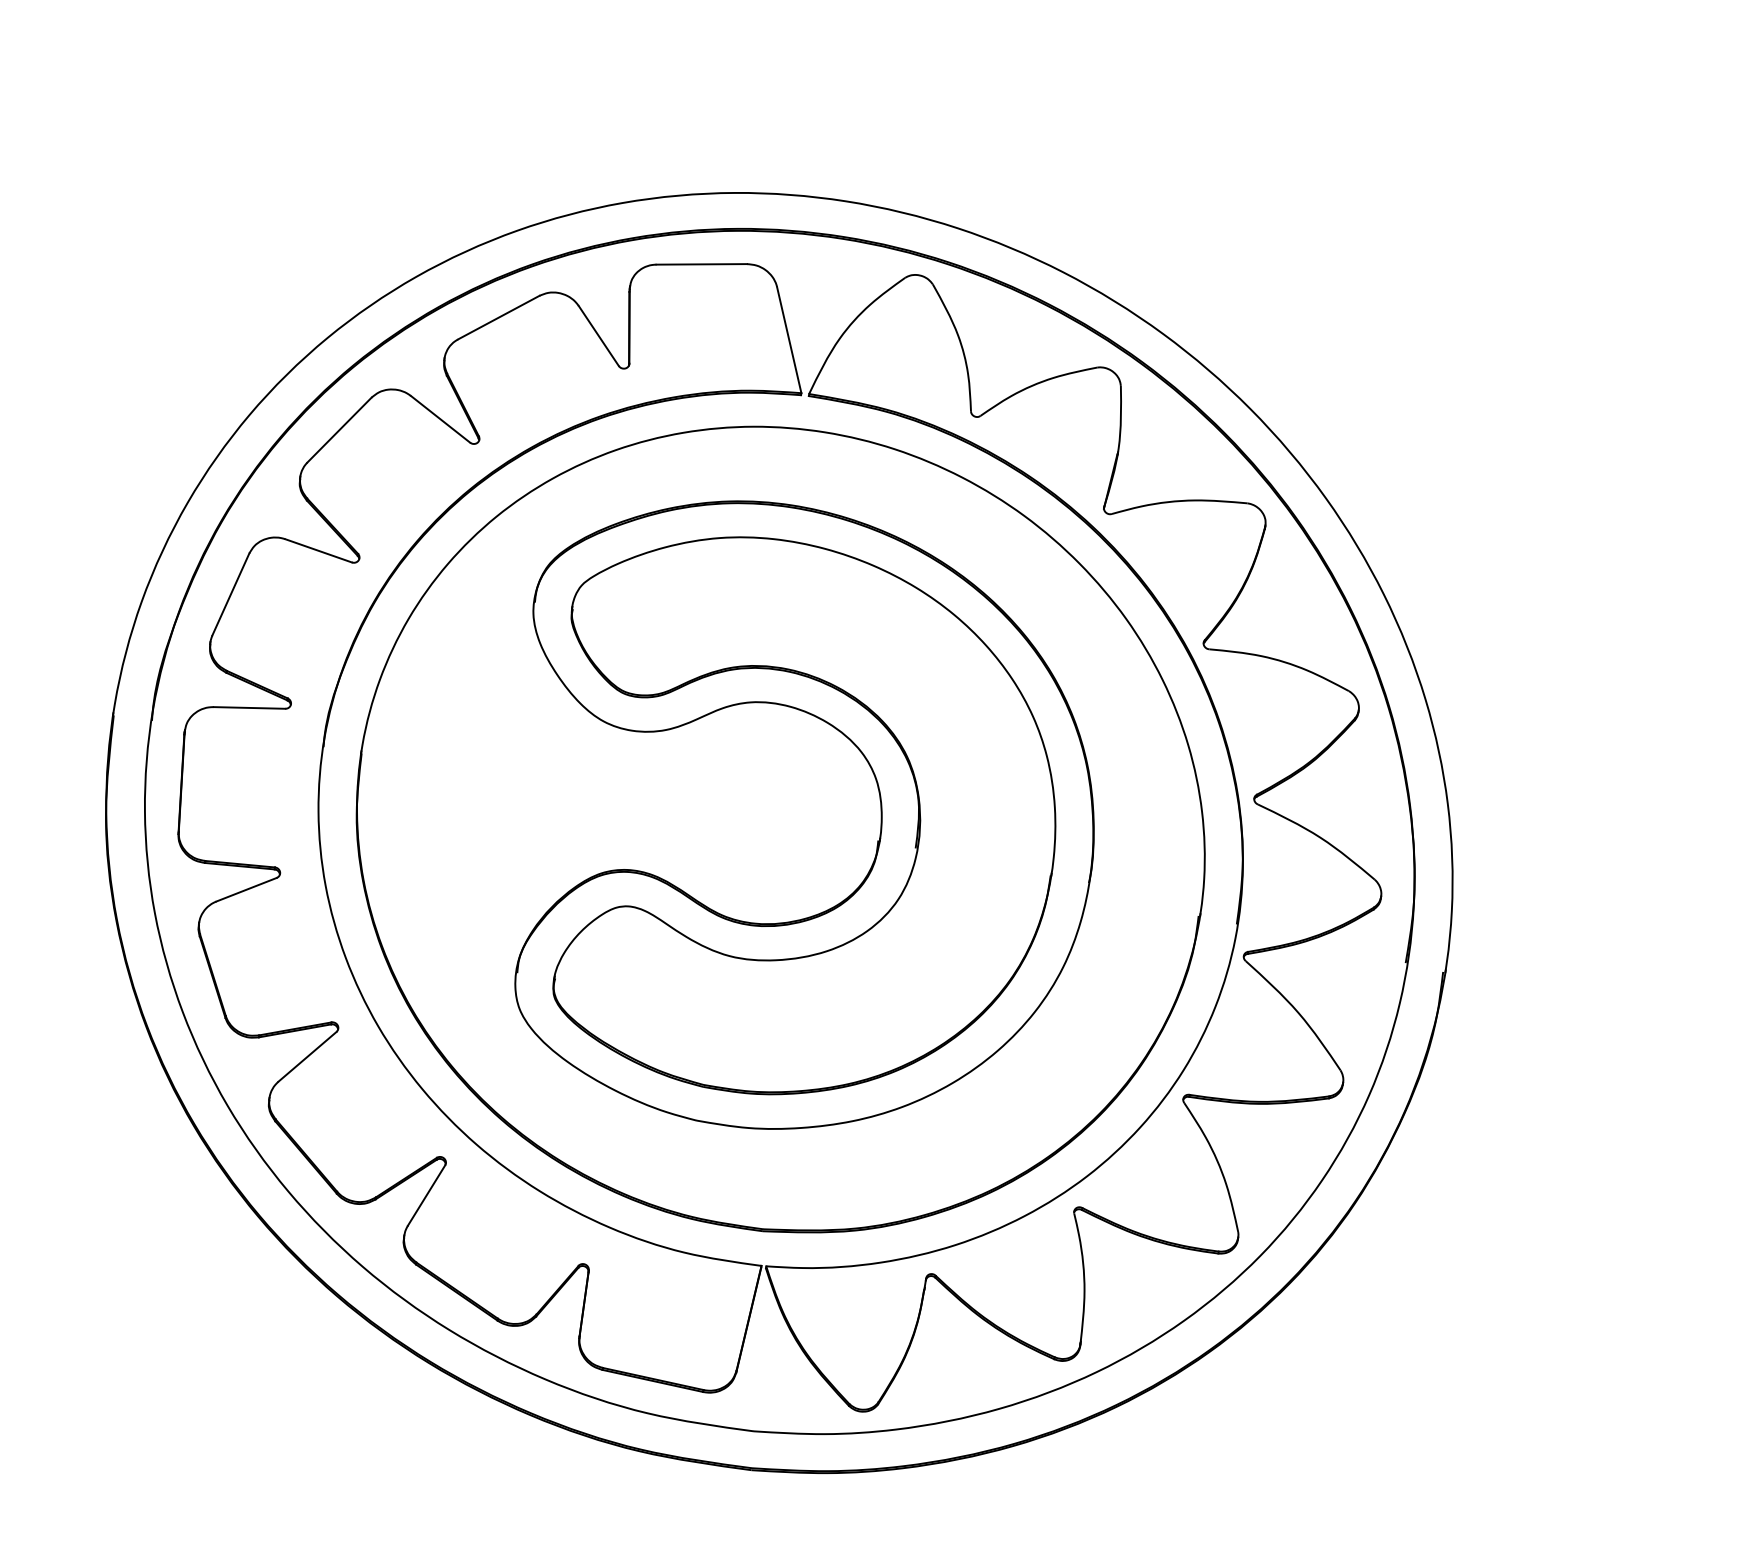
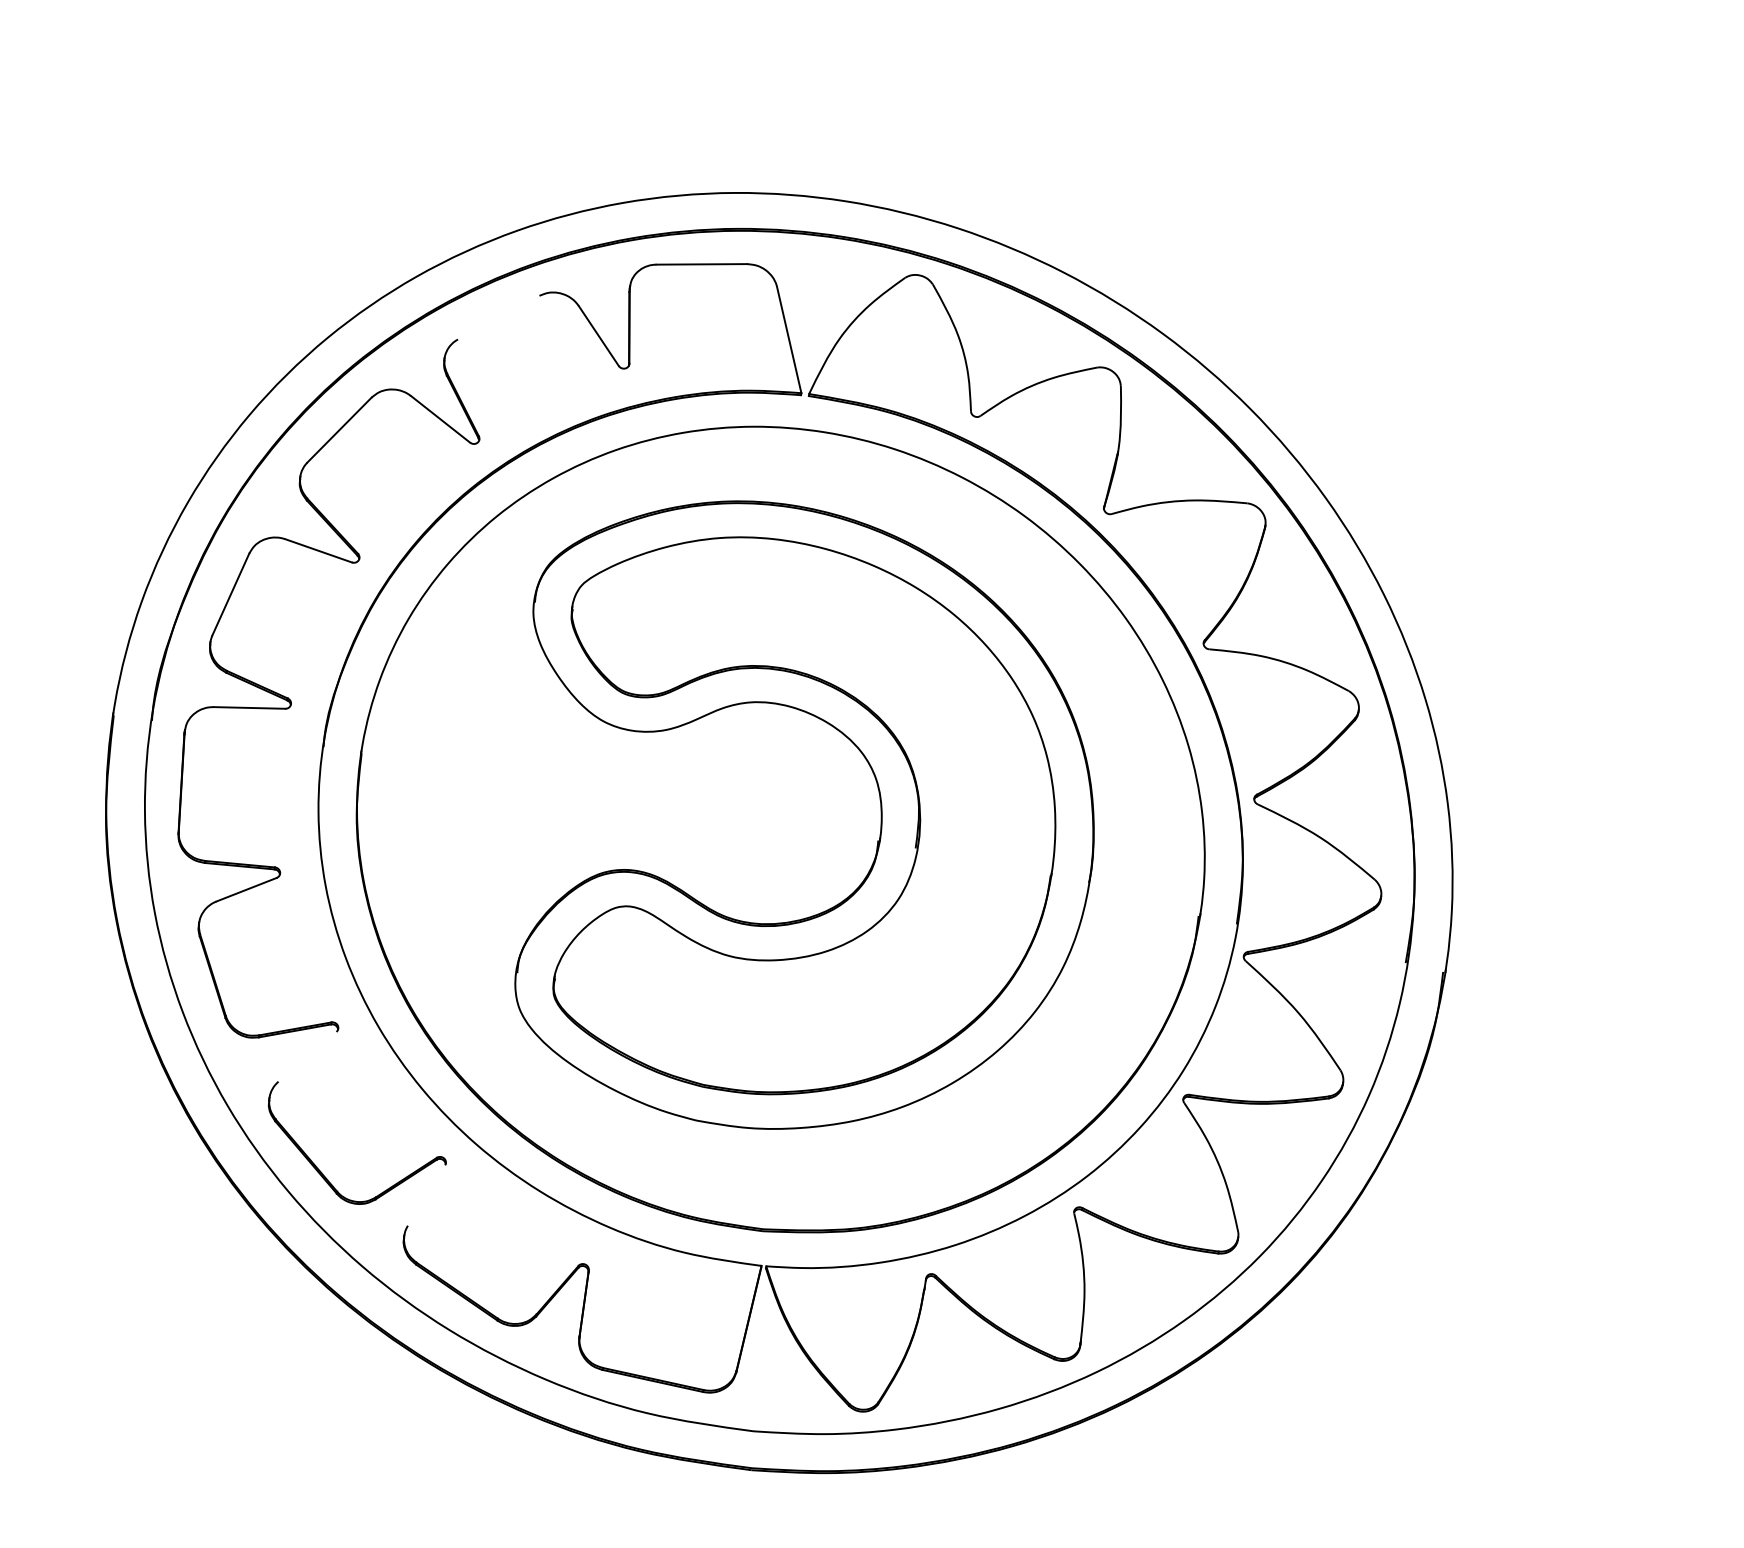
line at (498, 317): present -> none
line at (307, 1056): present -> none
line at (426, 1195): present -> none
